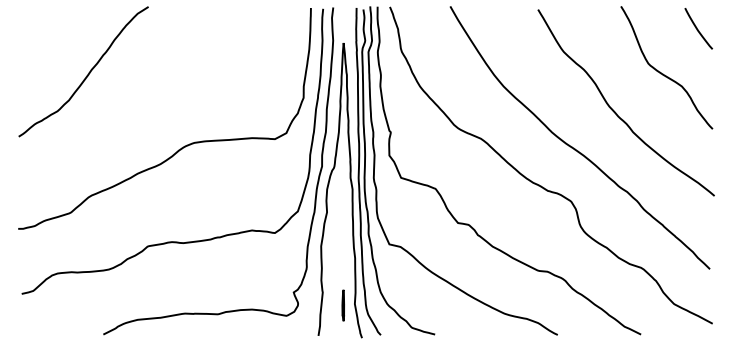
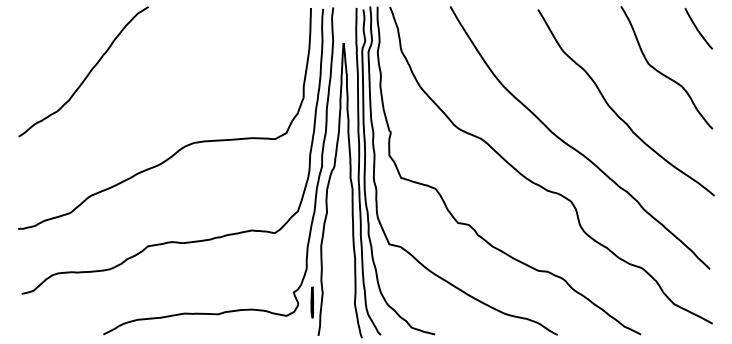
line at (342, 305) position: (342, 305) -> (311, 302)
